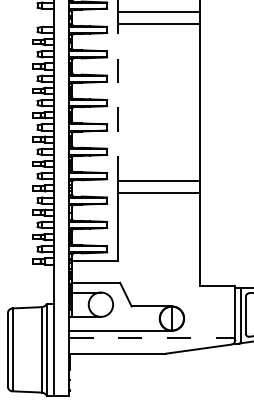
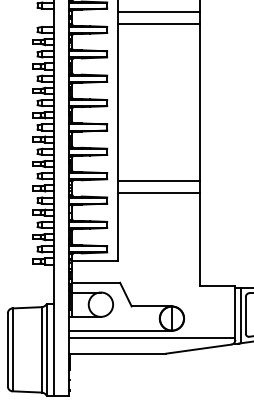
line at (118, 101): dashed -> solid
line at (152, 338): dashed -> solid
